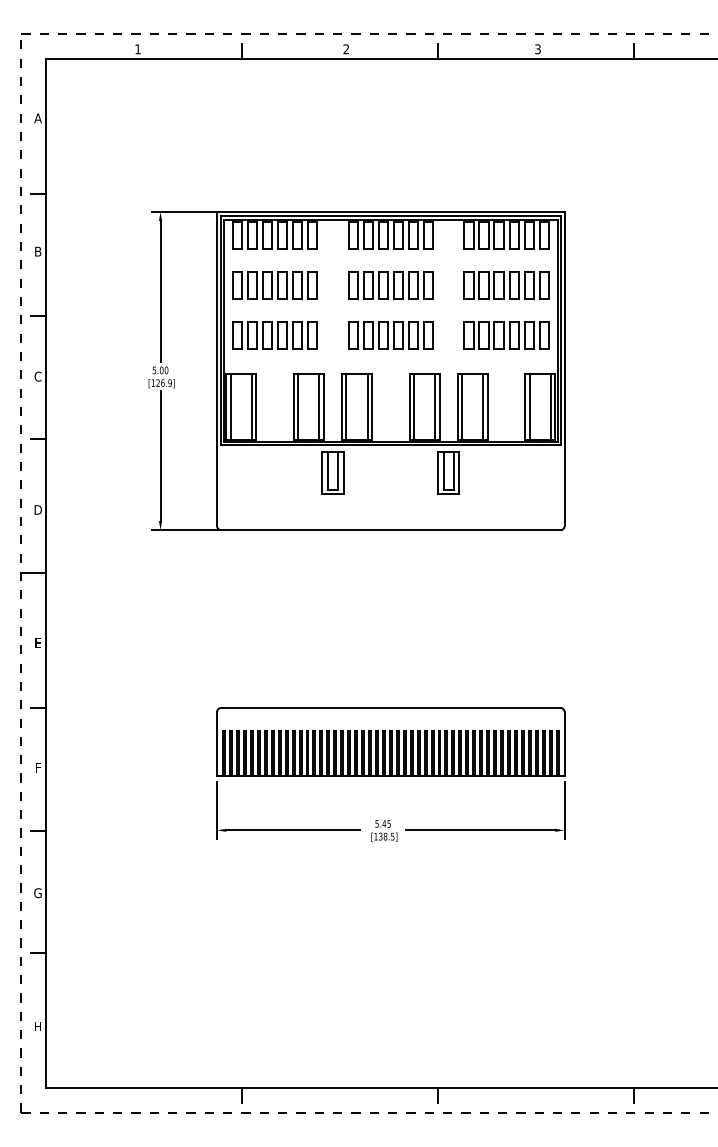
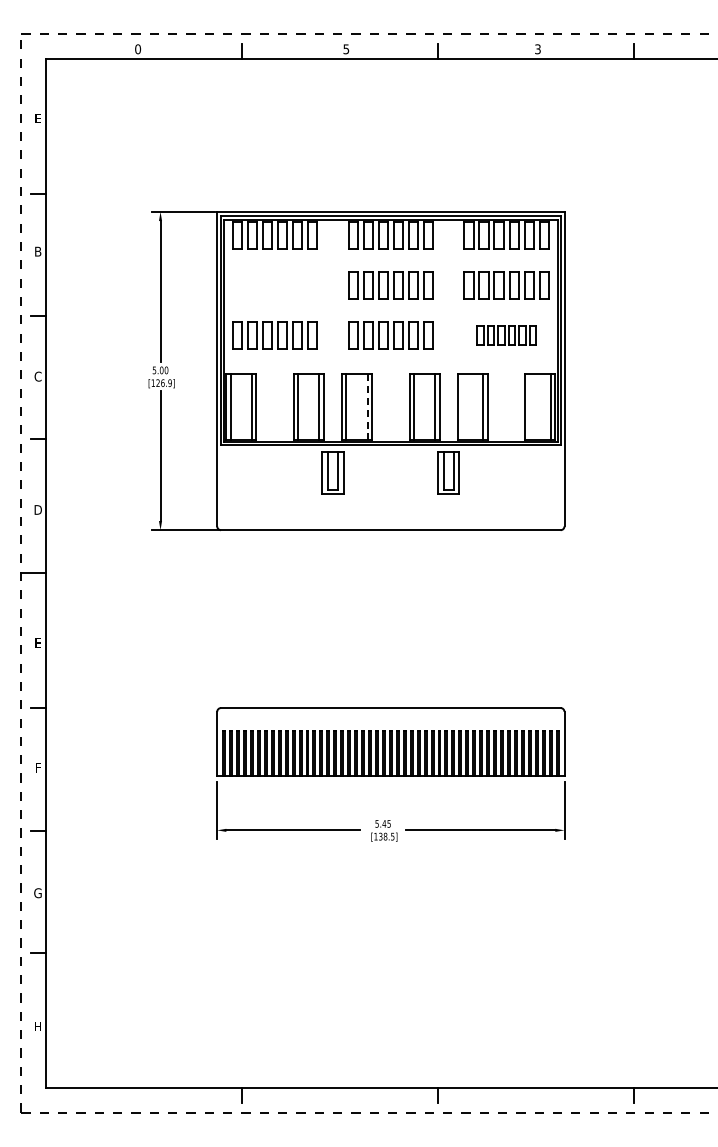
text at (138, 49): 1 -> 0
text at (346, 49): 2 -> 5
text at (37, 118): A -> E
part at (274, 285): present -> none
part at (506, 335) size: 87x29 px -> 61x21 px
line at (462, 406): present -> none
line at (529, 406): present -> none
line at (367, 407): solid -> dashed
